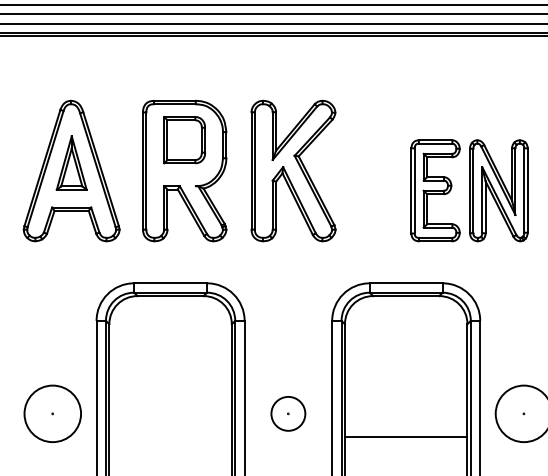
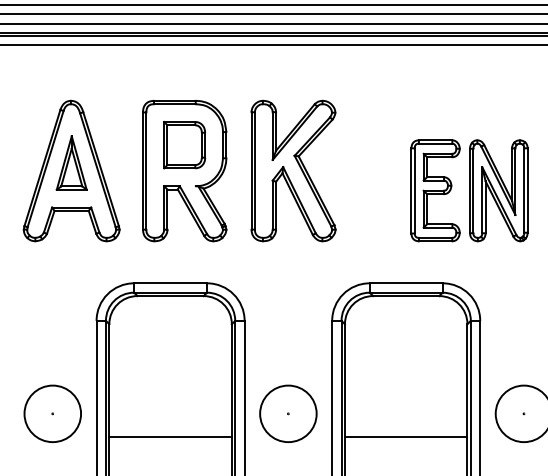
line at (273, 44): none -> present
part at (184, 140) position: (184, 140) -> (184, 145)
circle at (288, 413) diameter: 34 px -> 57 px
line at (170, 437): none -> present
